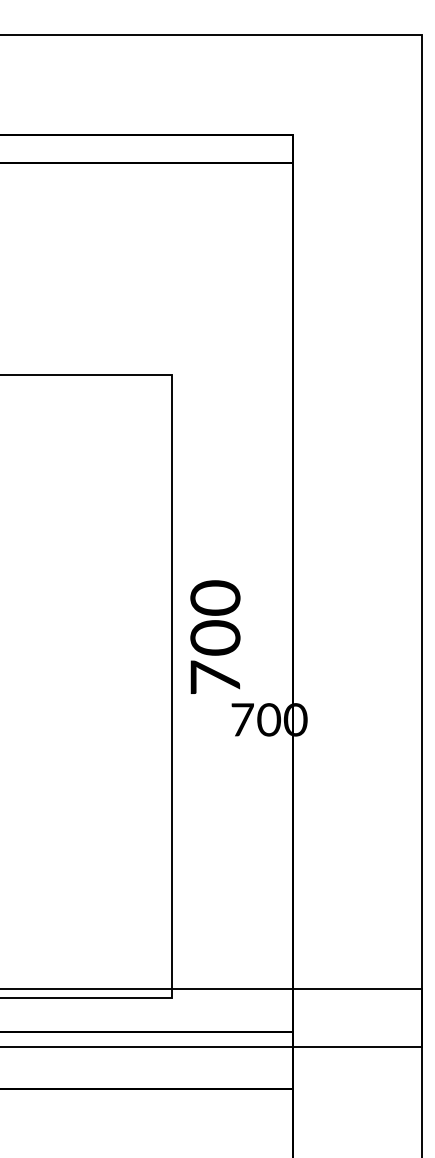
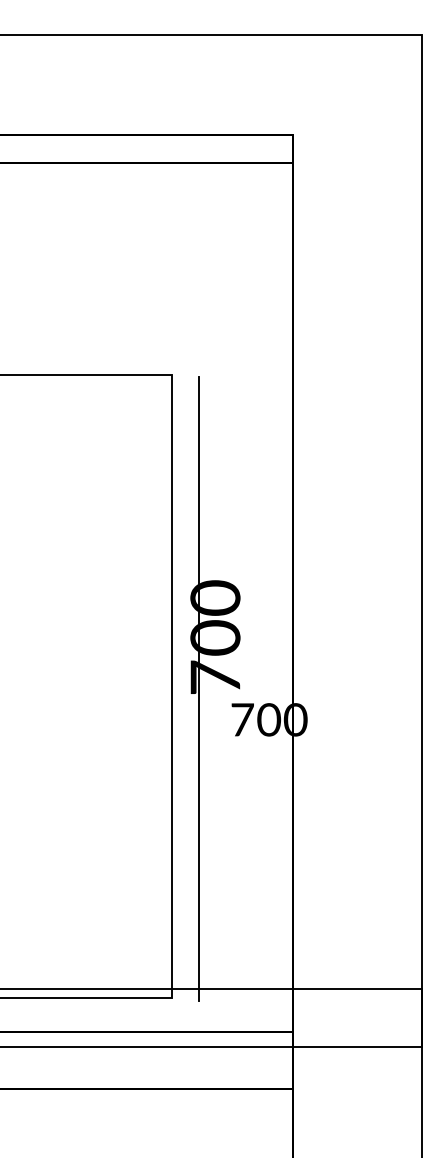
line at (199, 688): none -> present
